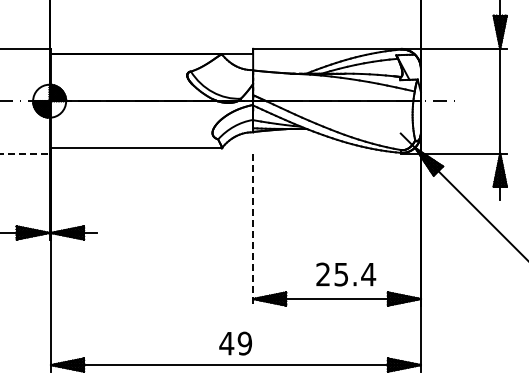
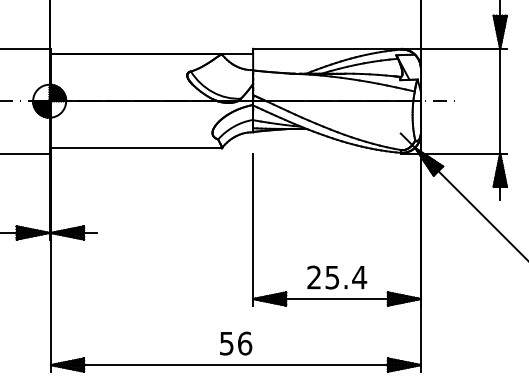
line at (25, 153): dashed -> solid
line at (253, 229): dashed -> solid
text at (346, 274) position: (346, 274) -> (337, 277)
text at (235, 343): 49 -> 56
